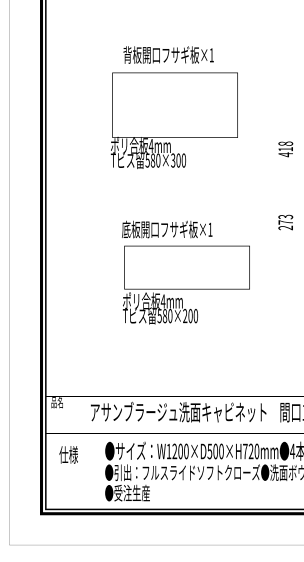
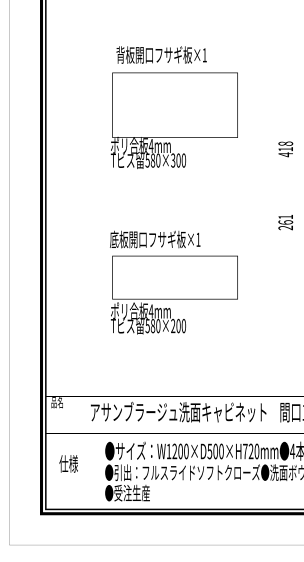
text at (168, 54) position: (168, 54) -> (161, 54)
text at (285, 219): 273 -> 261
text at (185, 272) position: (185, 272) -> (173, 282)
text at (68, 454) position: (68, 454) -> (68, 463)
